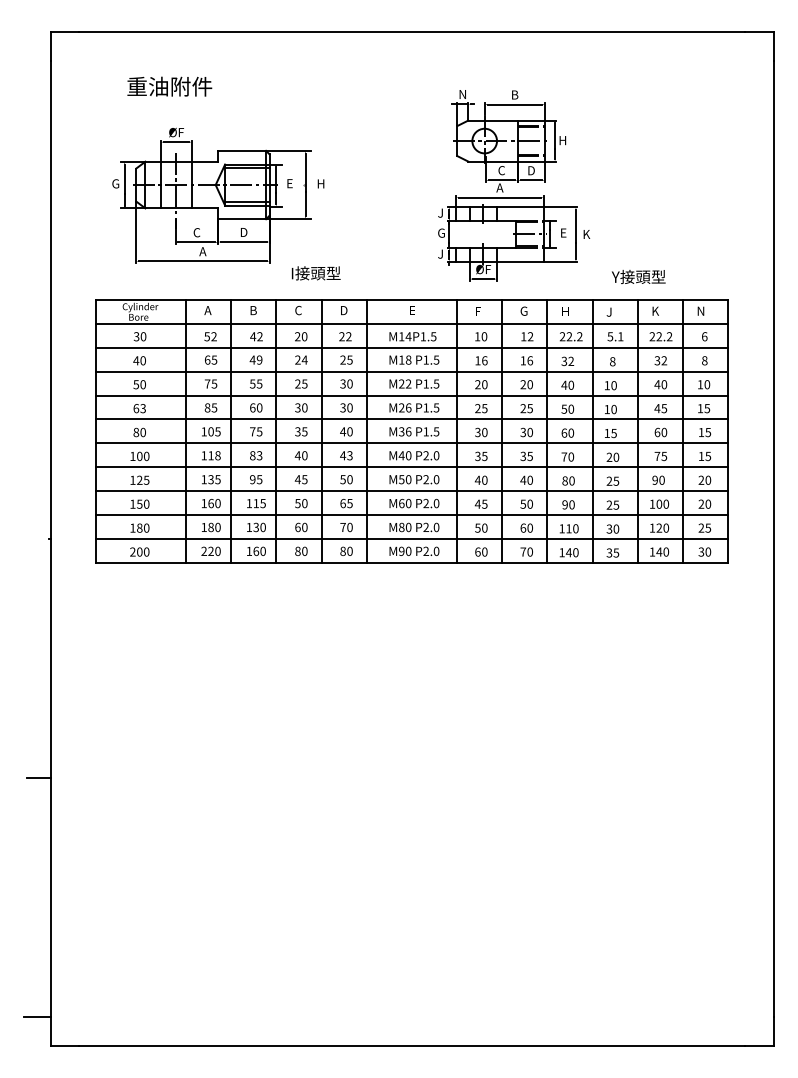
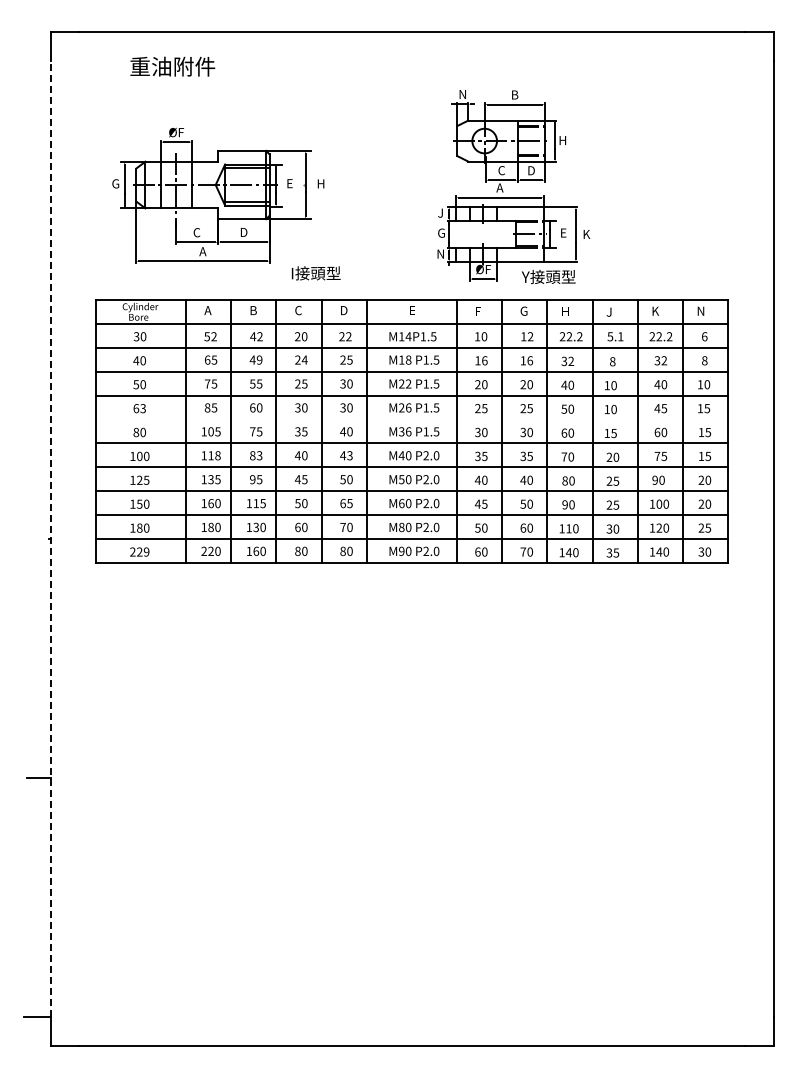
text at (169, 86) position: (169, 86) -> (172, 66)
text at (440, 253): J -> N
text at (638, 276) position: (638, 276) -> (548, 276)
line at (411, 419): present -> none
line at (50, 538): solid -> dashed
text at (143, 551): 200 -> 229
